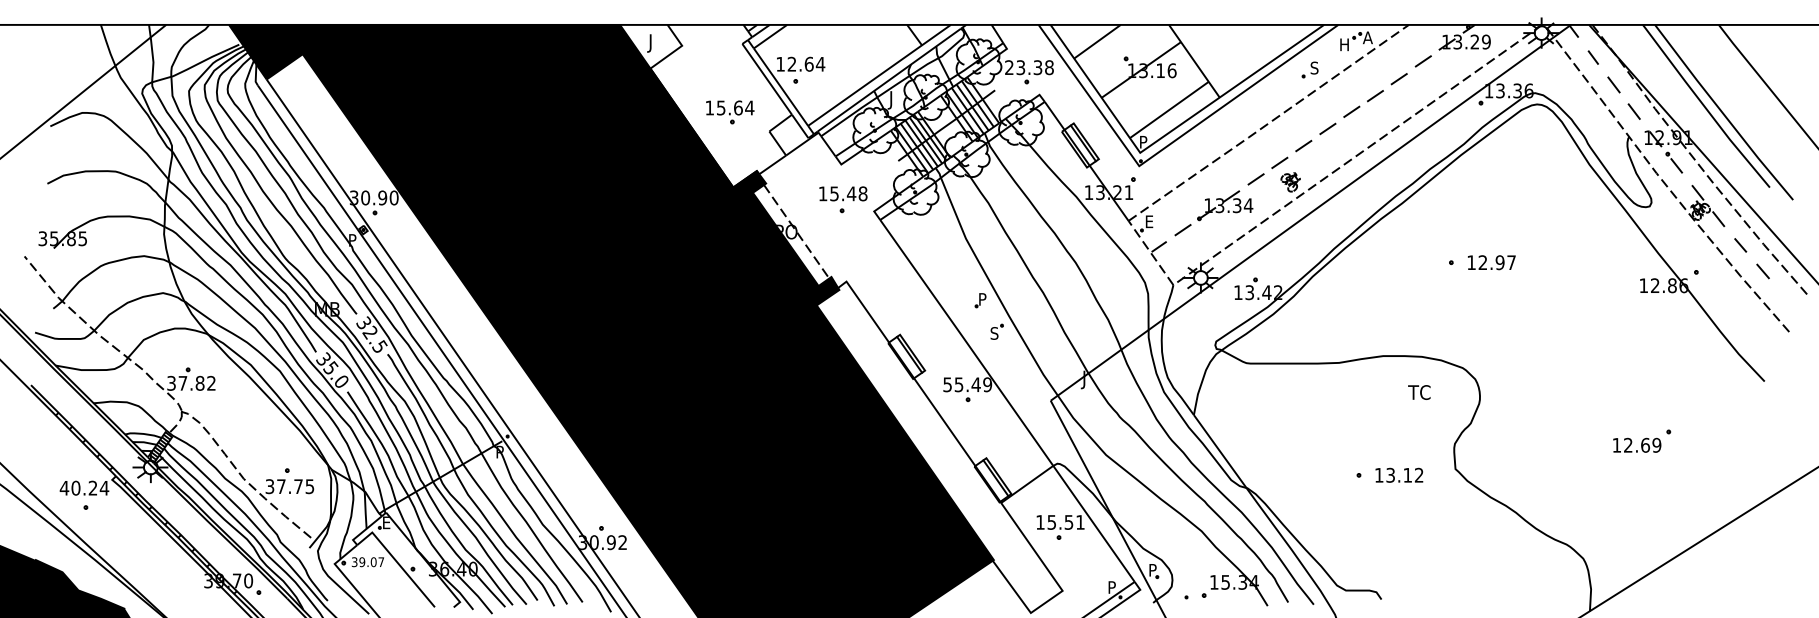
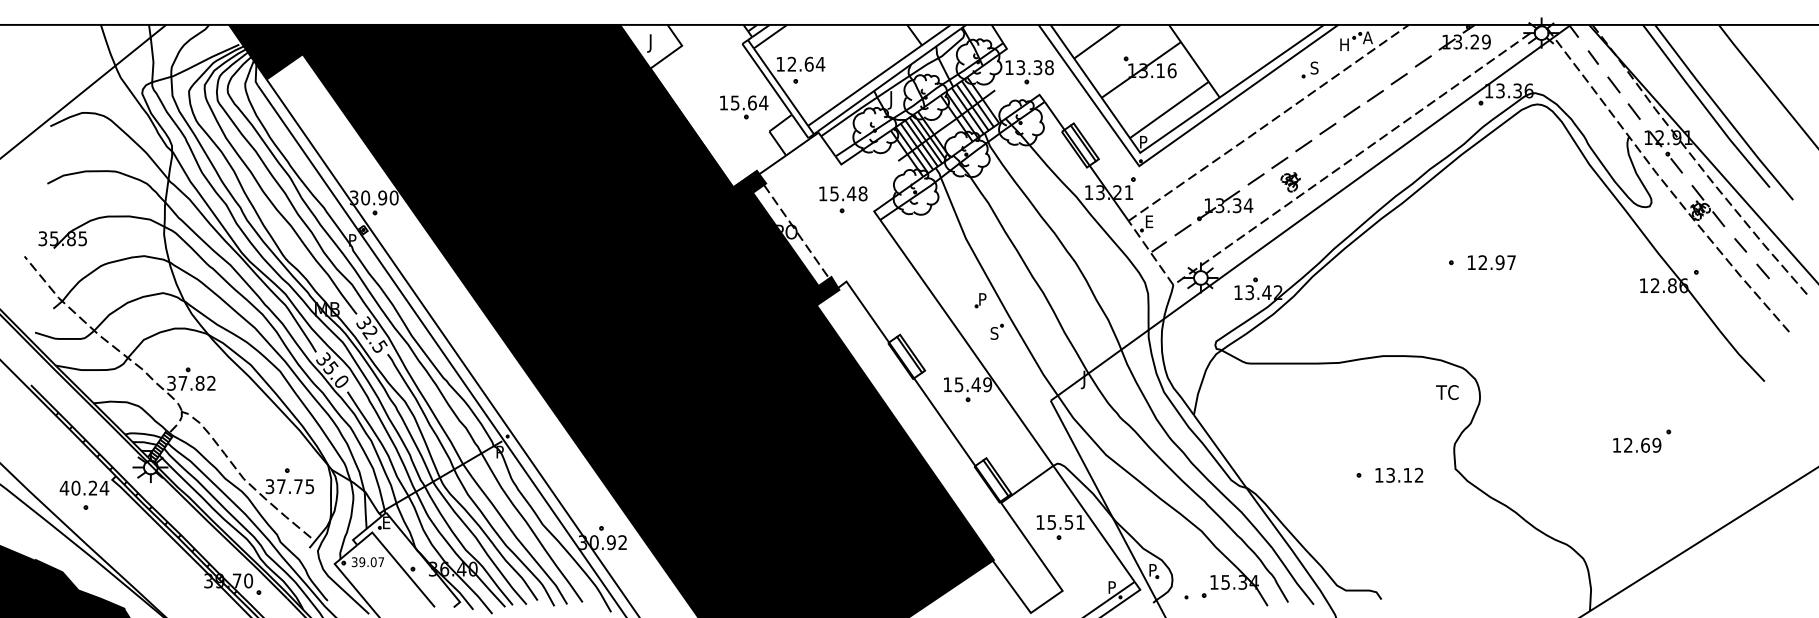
text at (1009, 67): 23.38 -> 13.38
part at (730, 112) position: (730, 112) -> (744, 107)
text at (947, 384): 55.49 -> 15.49
text at (1419, 392) position: (1419, 392) -> (1447, 392)
